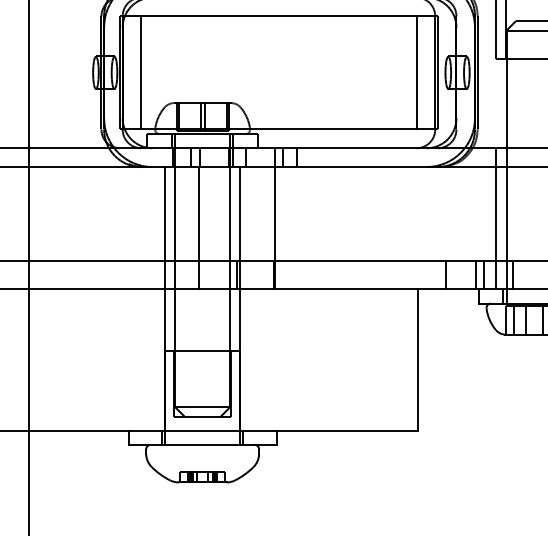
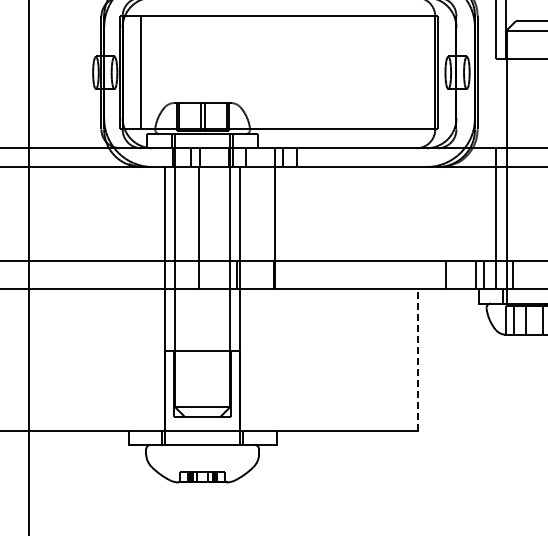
line at (416, 72): present -> none
line at (417, 360): solid -> dashed
